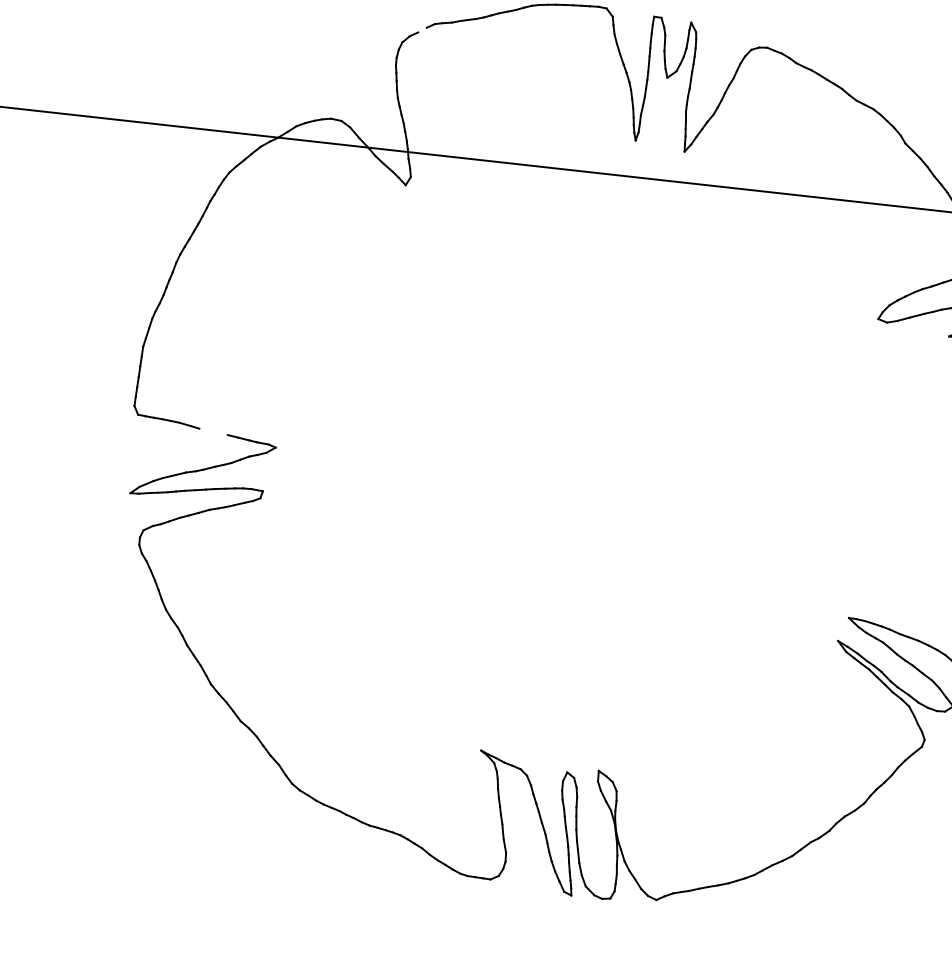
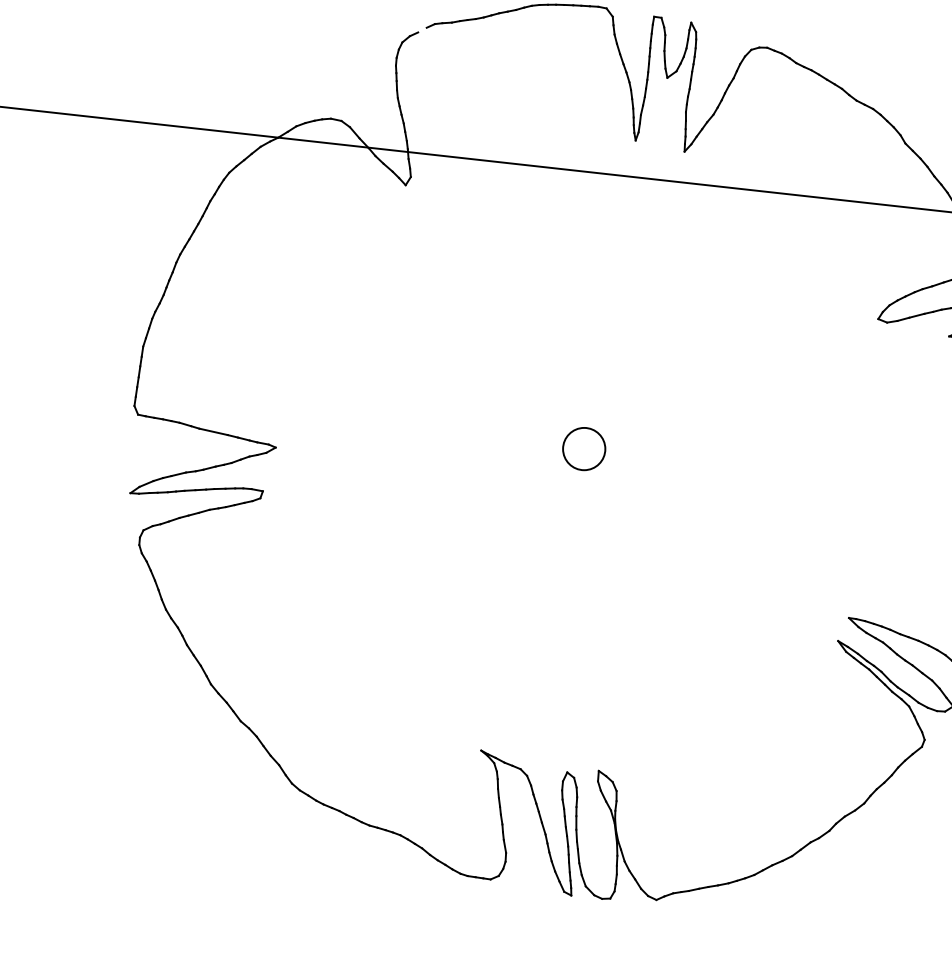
line at (213, 431): none -> present
circle at (584, 449): none -> present
